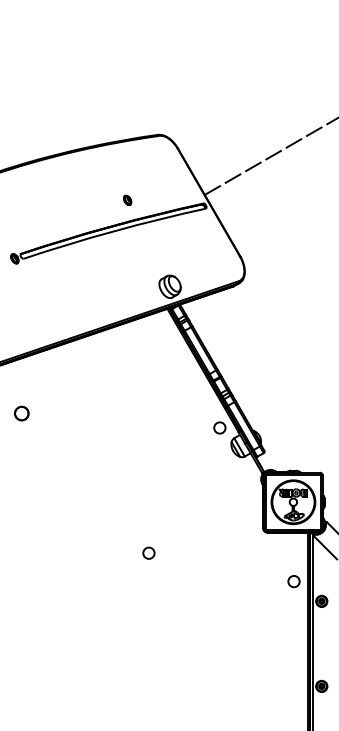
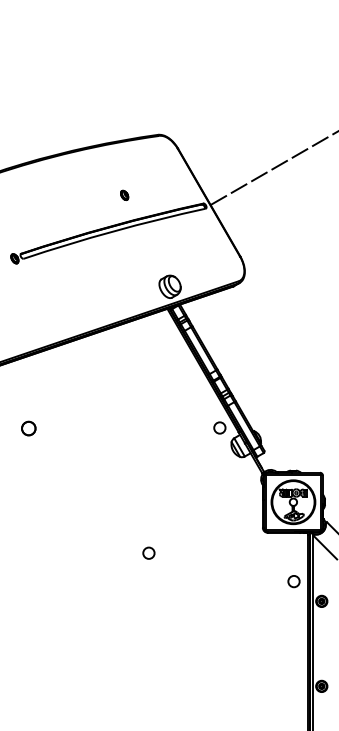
line at (269, 157) position: (269, 157) -> (272, 168)
part at (127, 199) position: (127, 199) -> (124, 194)
part at (21, 413) position: (21, 413) -> (28, 428)
